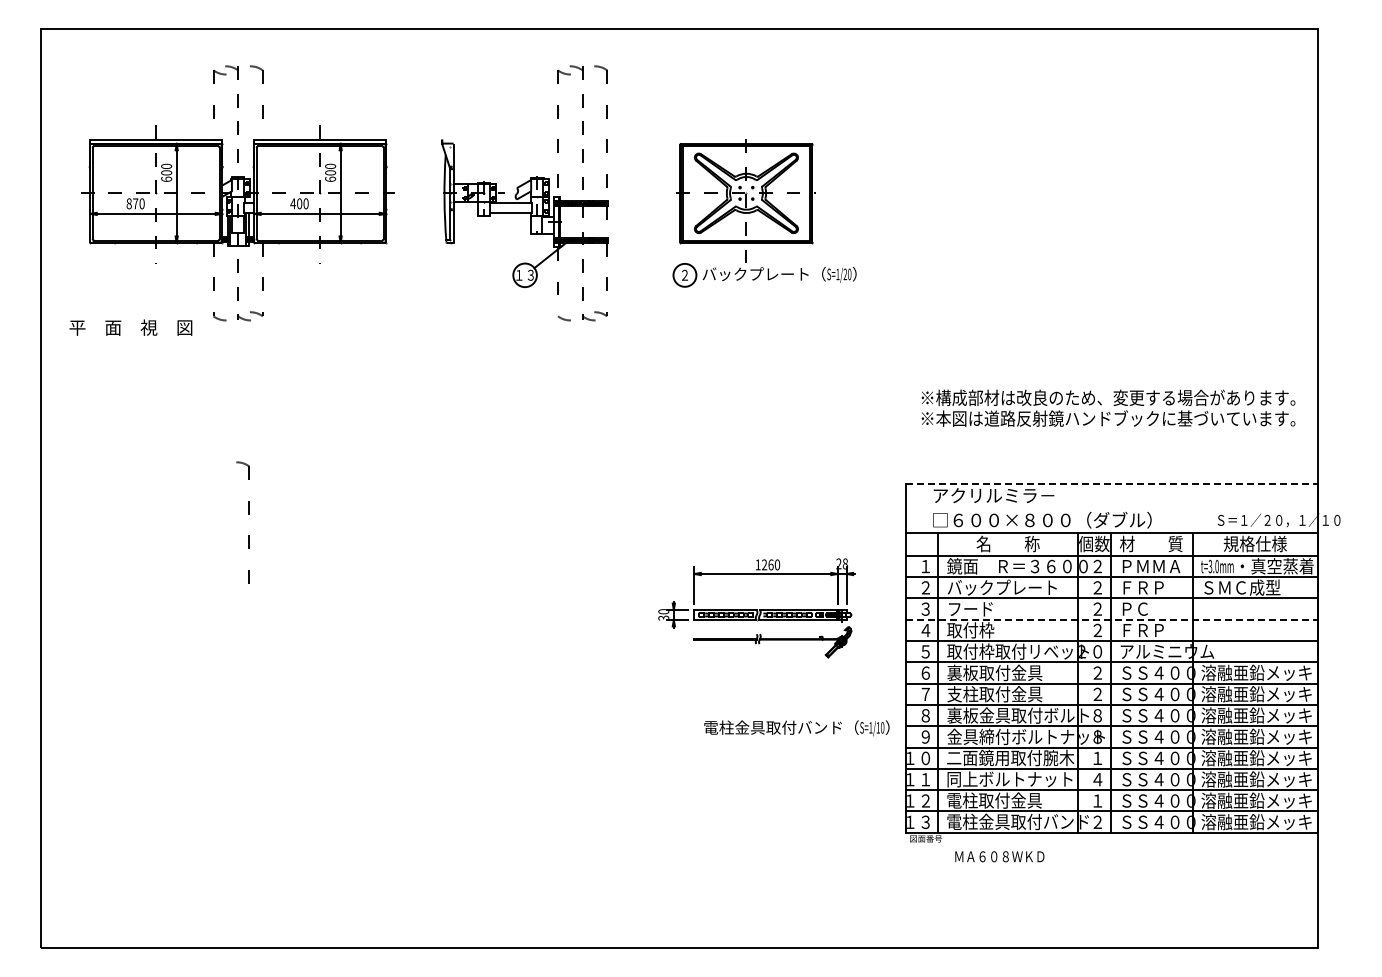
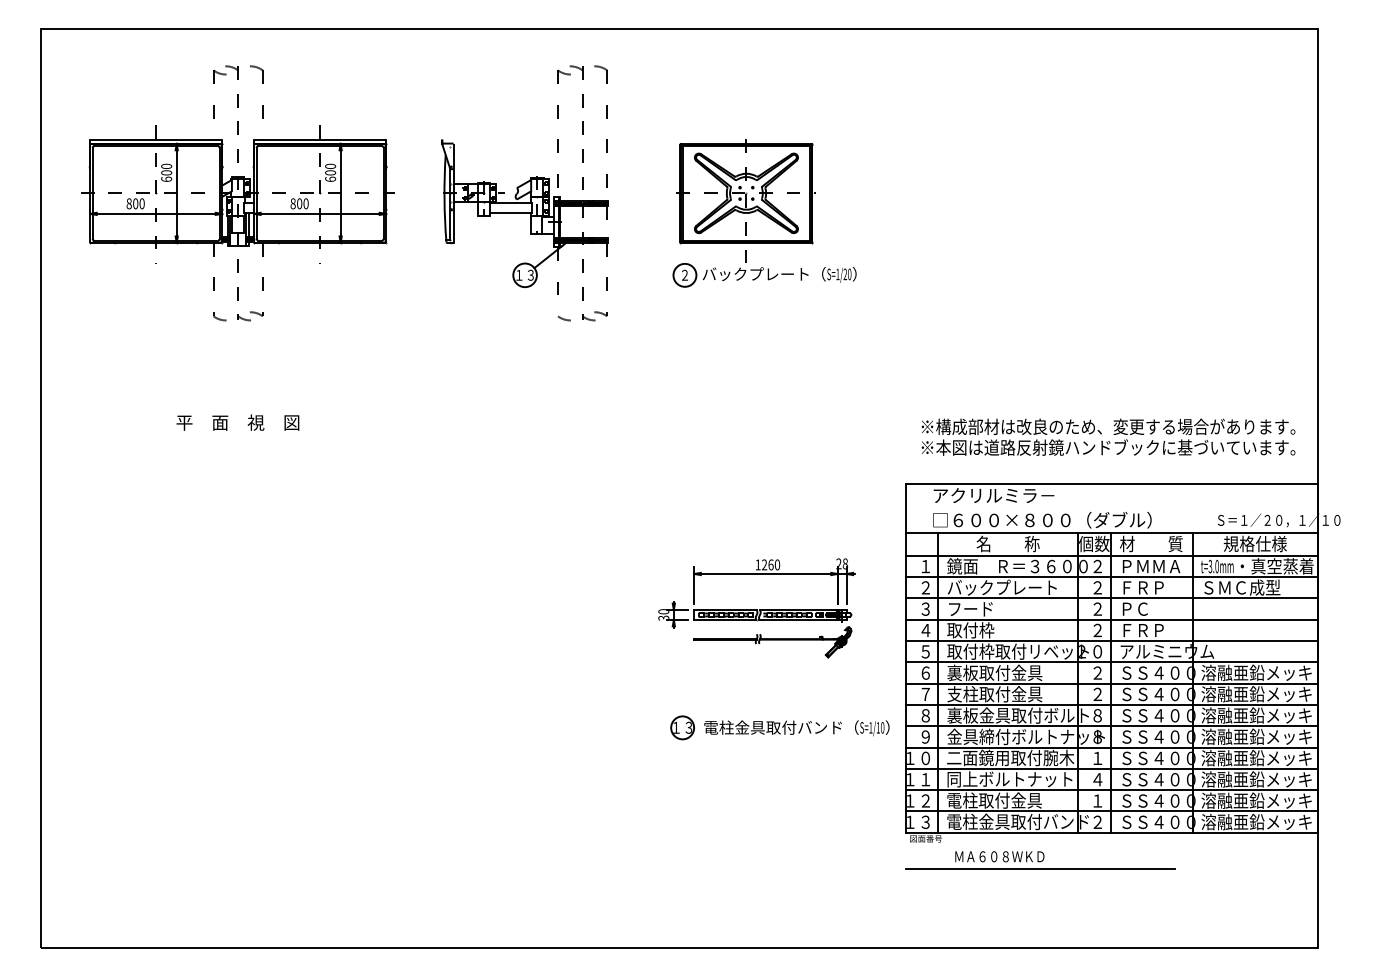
text at (135, 203): 870 -> 800
text at (292, 203): 400 -> 800
text at (130, 327) position: (130, 327) -> (237, 422)
text at (1108, 407) position: (1108, 407) -> (1108, 436)
line at (1112, 483): dashed -> solid
part at (248, 514): present -> none
line at (1112, 619): dashed -> solid
part at (682, 727): none -> present
line at (1039, 868): none -> present
